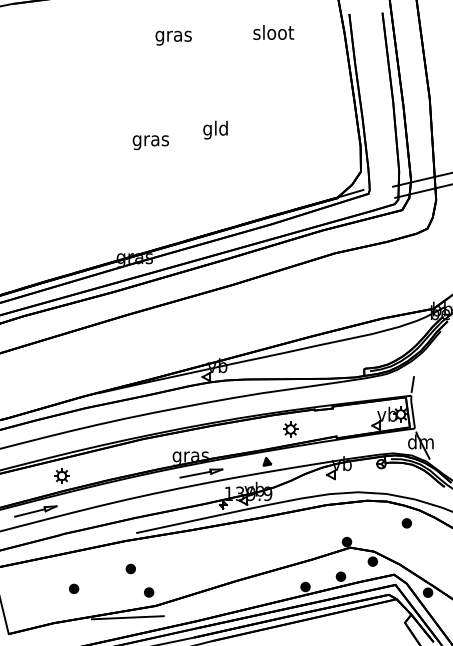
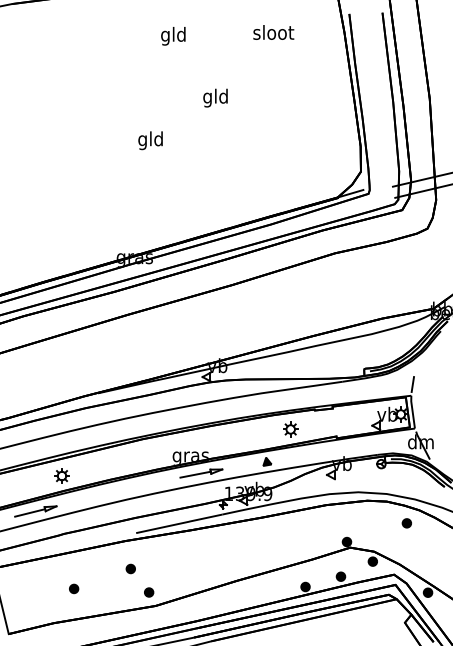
text at (173, 35): gras -> gld
text at (215, 129) position: (215, 129) -> (215, 97)
text at (150, 140): gras -> gld
line at (127, 617): present -> none
